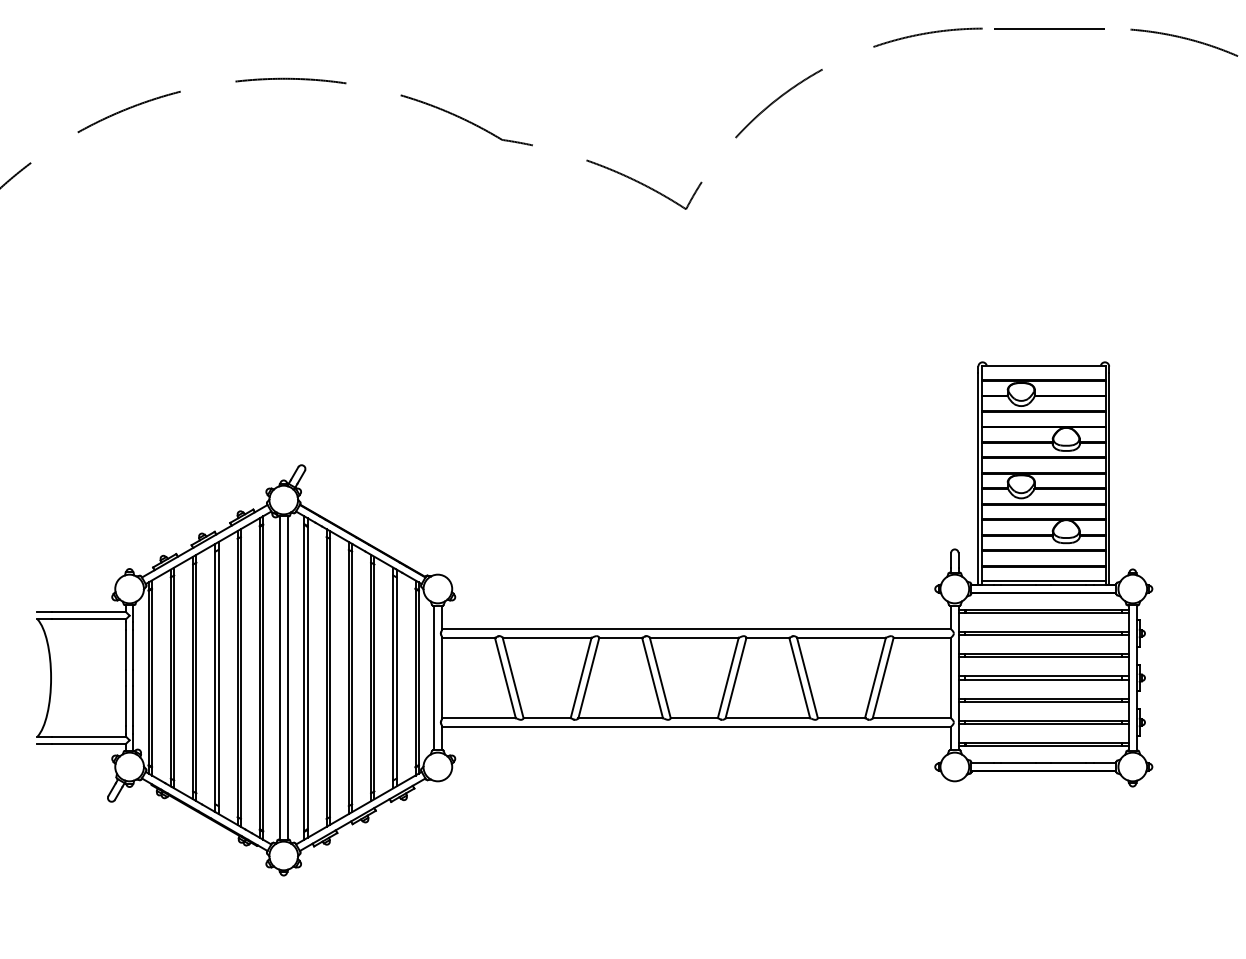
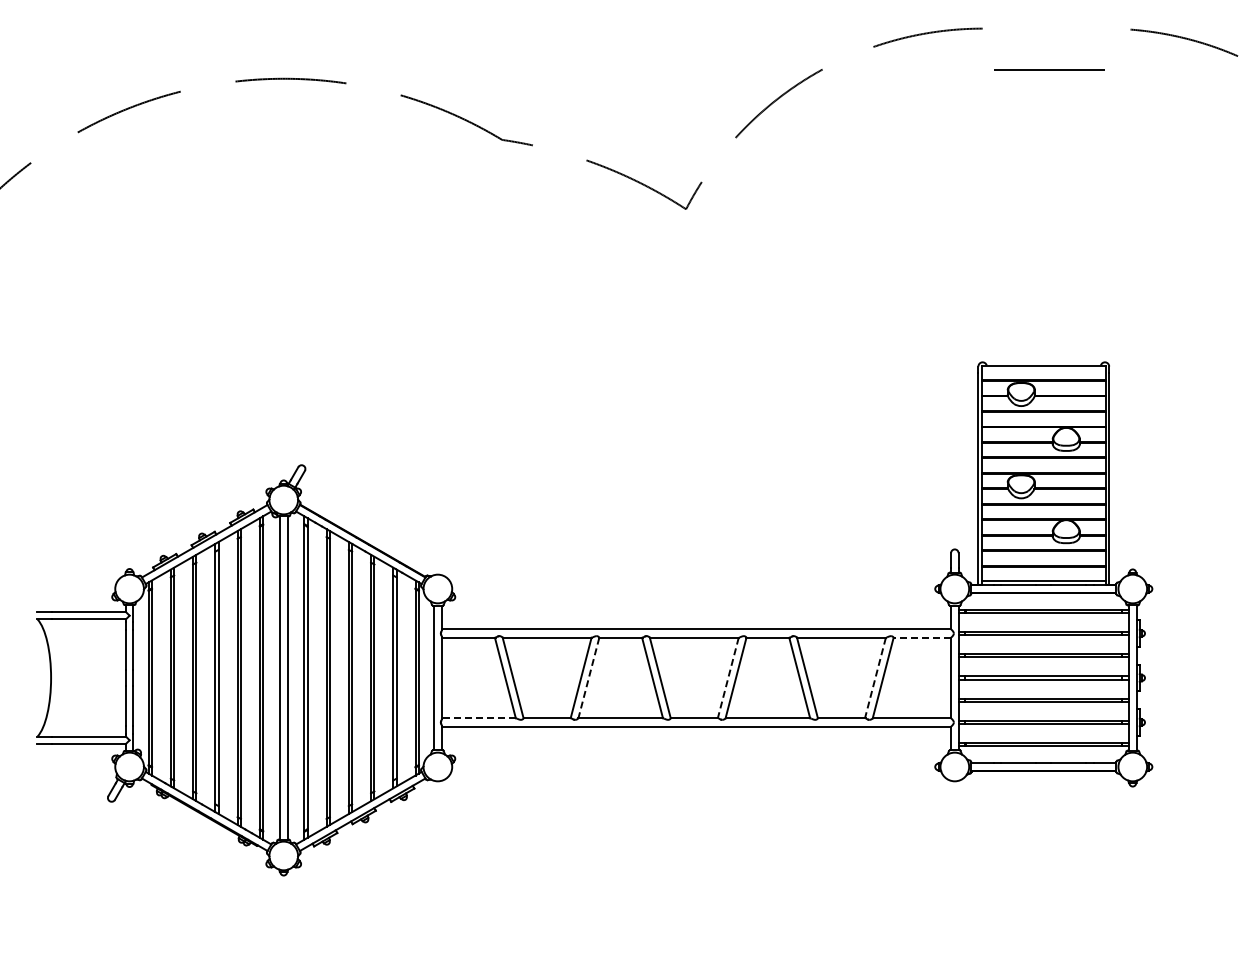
line at (1049, 28) position: (1049, 28) -> (1049, 69)
line at (922, 637): solid -> dashed
line at (728, 677): solid -> dashed
line at (875, 677): solid -> dashed
line at (588, 678): solid -> dashed
line at (479, 718): solid -> dashed
